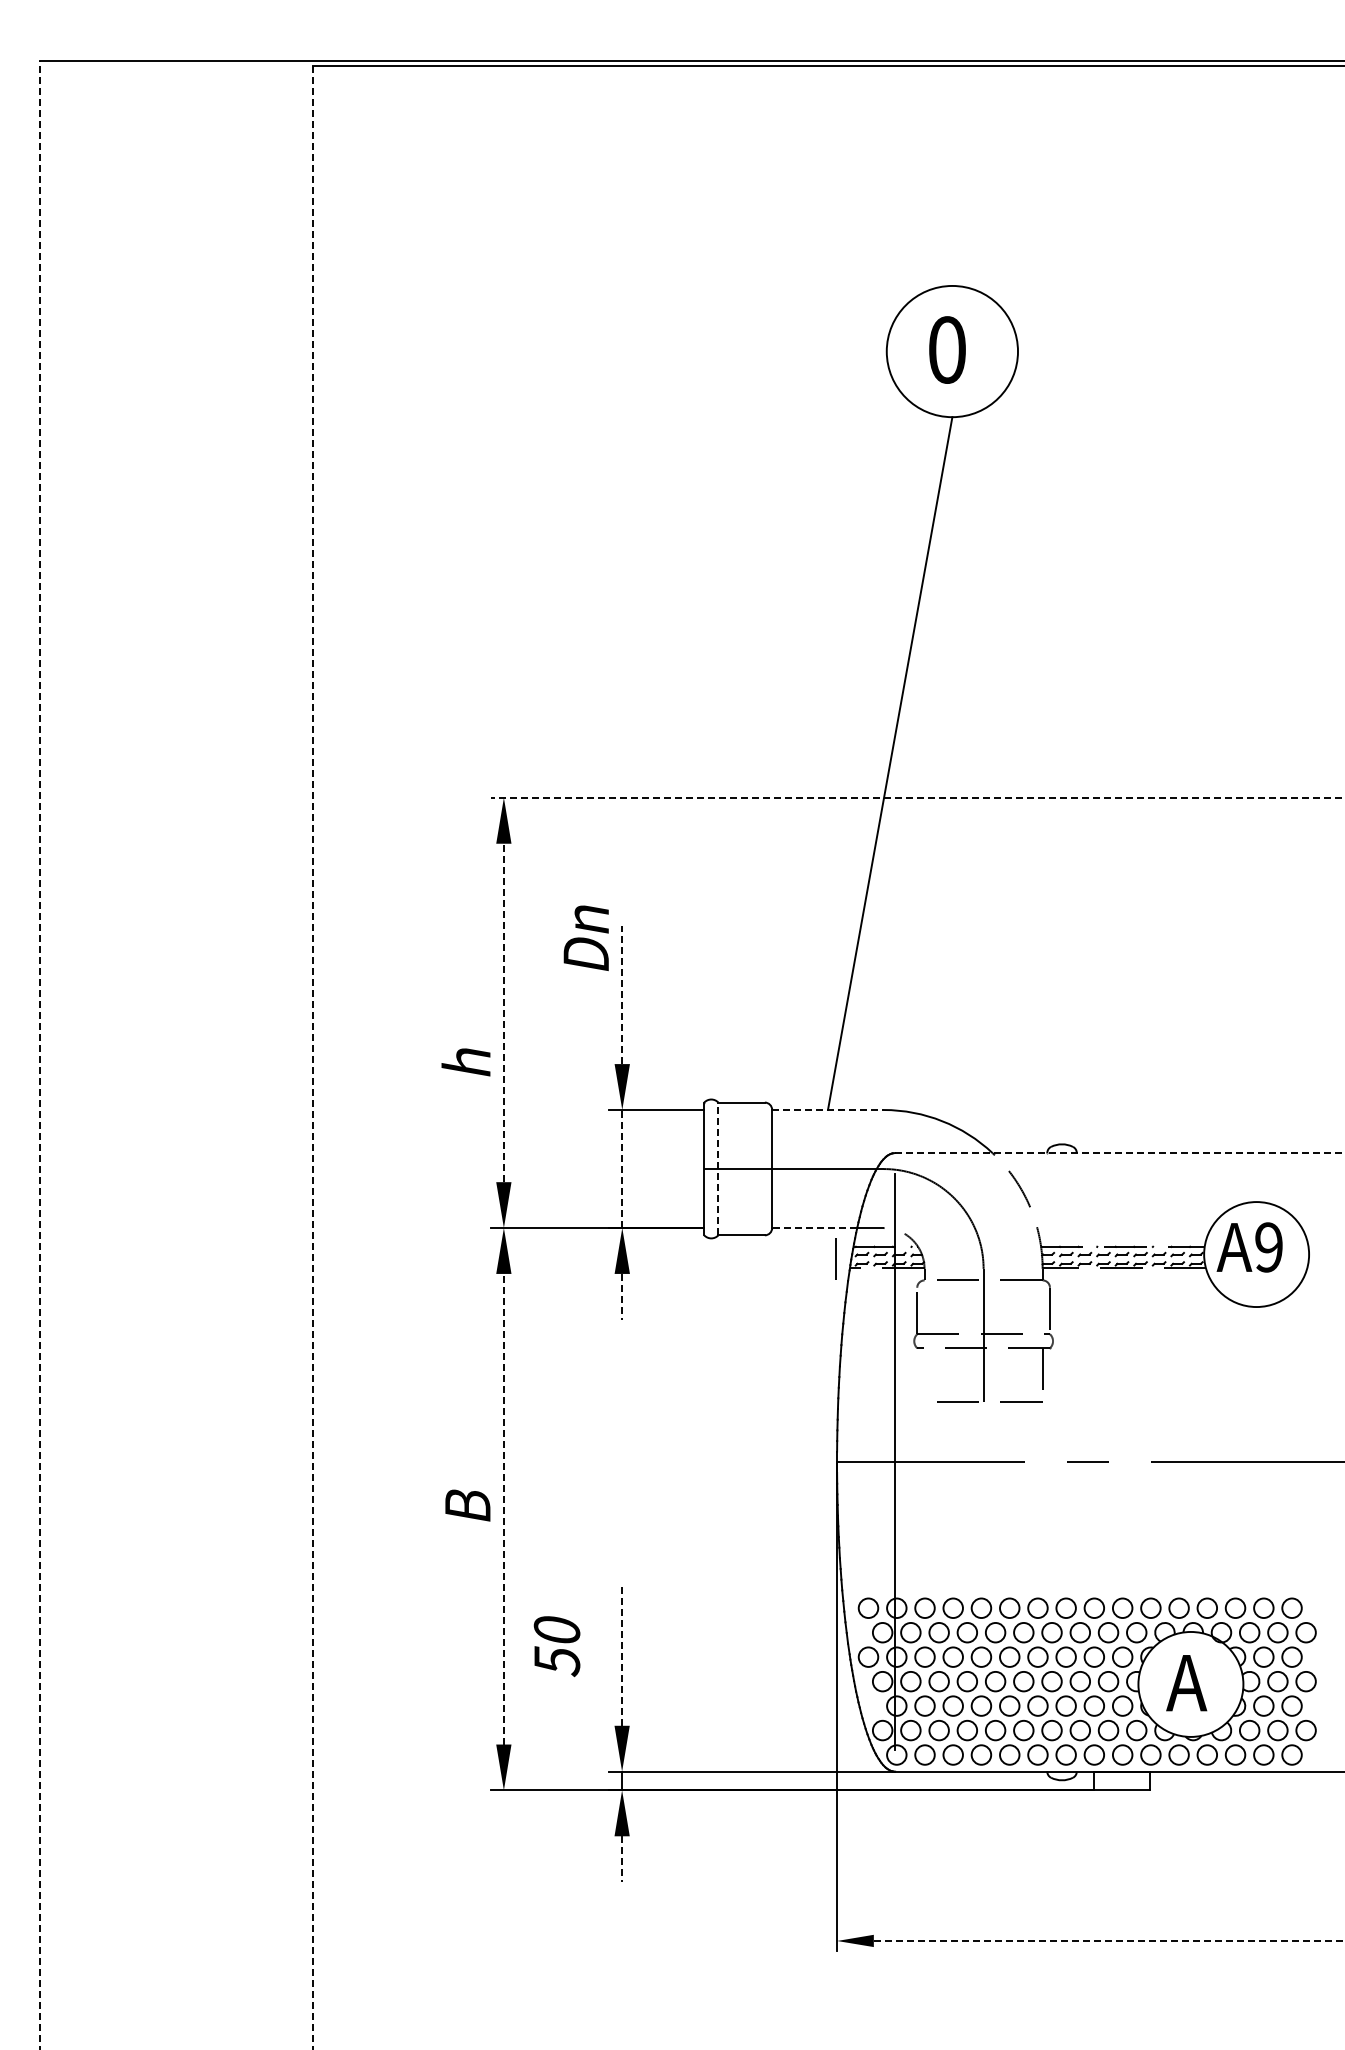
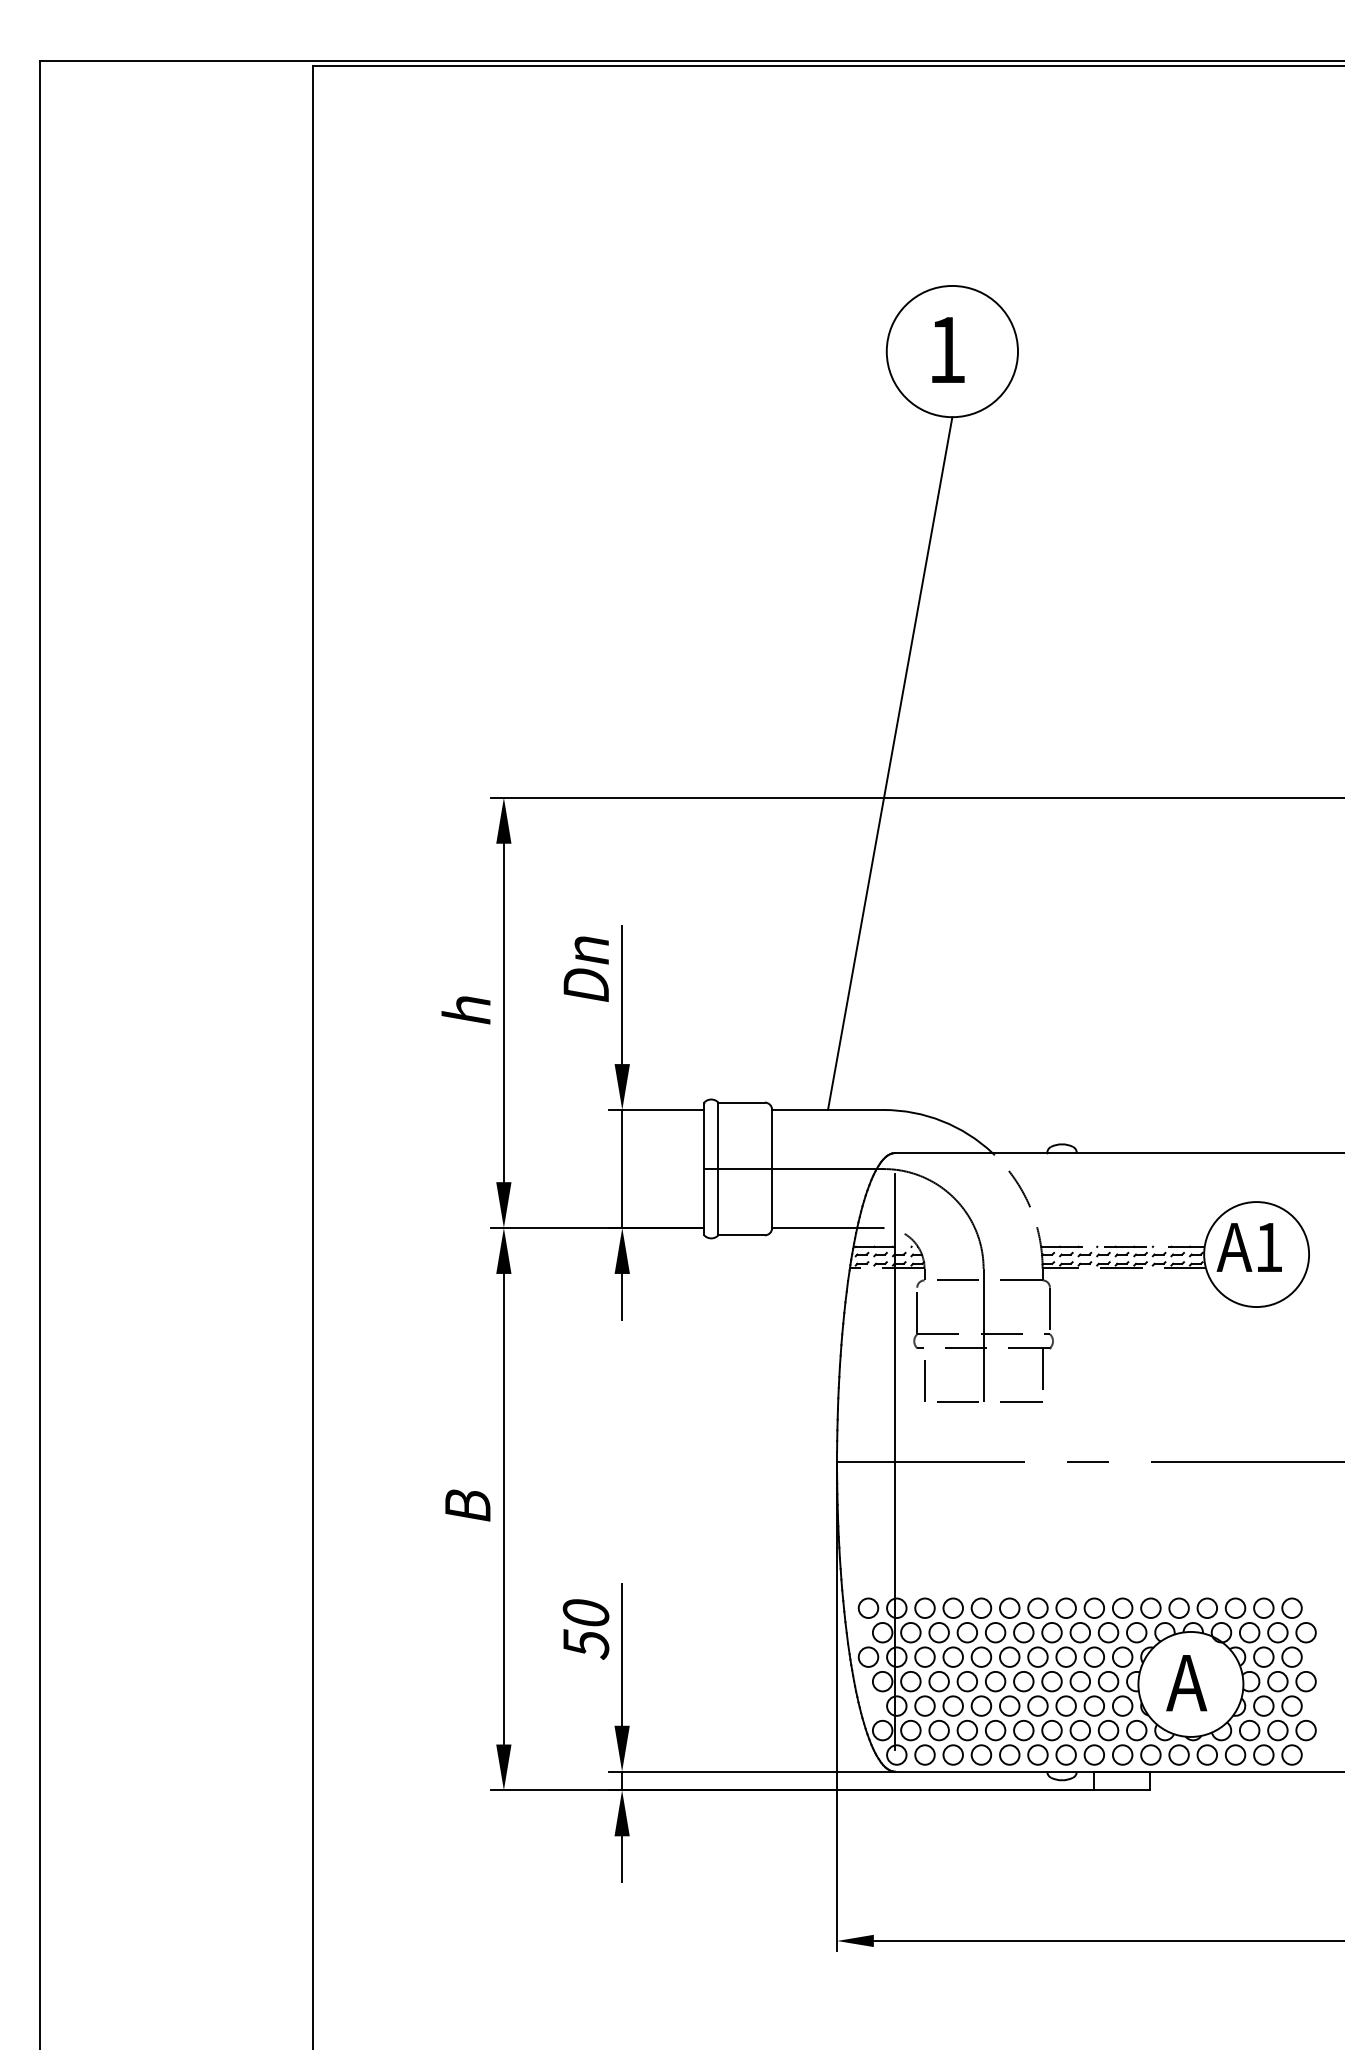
text at (947, 349): 0 -> 1
line at (917, 797): dashed -> solid
text at (585, 938) position: (585, 938) -> (585, 969)
line at (622, 994): dashed -> solid
line at (503, 1012): dashed -> solid
line at (40, 1055): dashed -> solid
line at (312, 1057): dashed -> solid
text at (465, 1062) position: (465, 1062) -> (465, 1010)
line at (828, 1109): dashed -> solid
line at (1119, 1153): dashed -> solid
line at (622, 1168): dashed -> solid
line at (718, 1168): dashed -> solid
line at (814, 1228): dashed -> solid
text at (1268, 1247): 9 -> 1
line at (835, 1258) position: (835, 1258) -> (924, 1380)
line at (622, 1296): dashed -> solid
line at (503, 1508): dashed -> solid
text at (556, 1646) position: (556, 1646) -> (585, 1629)
line at (622, 1655): dashed -> solid
line at (622, 1859): dashed -> solid
line at (1109, 1940): dashed -> solid
